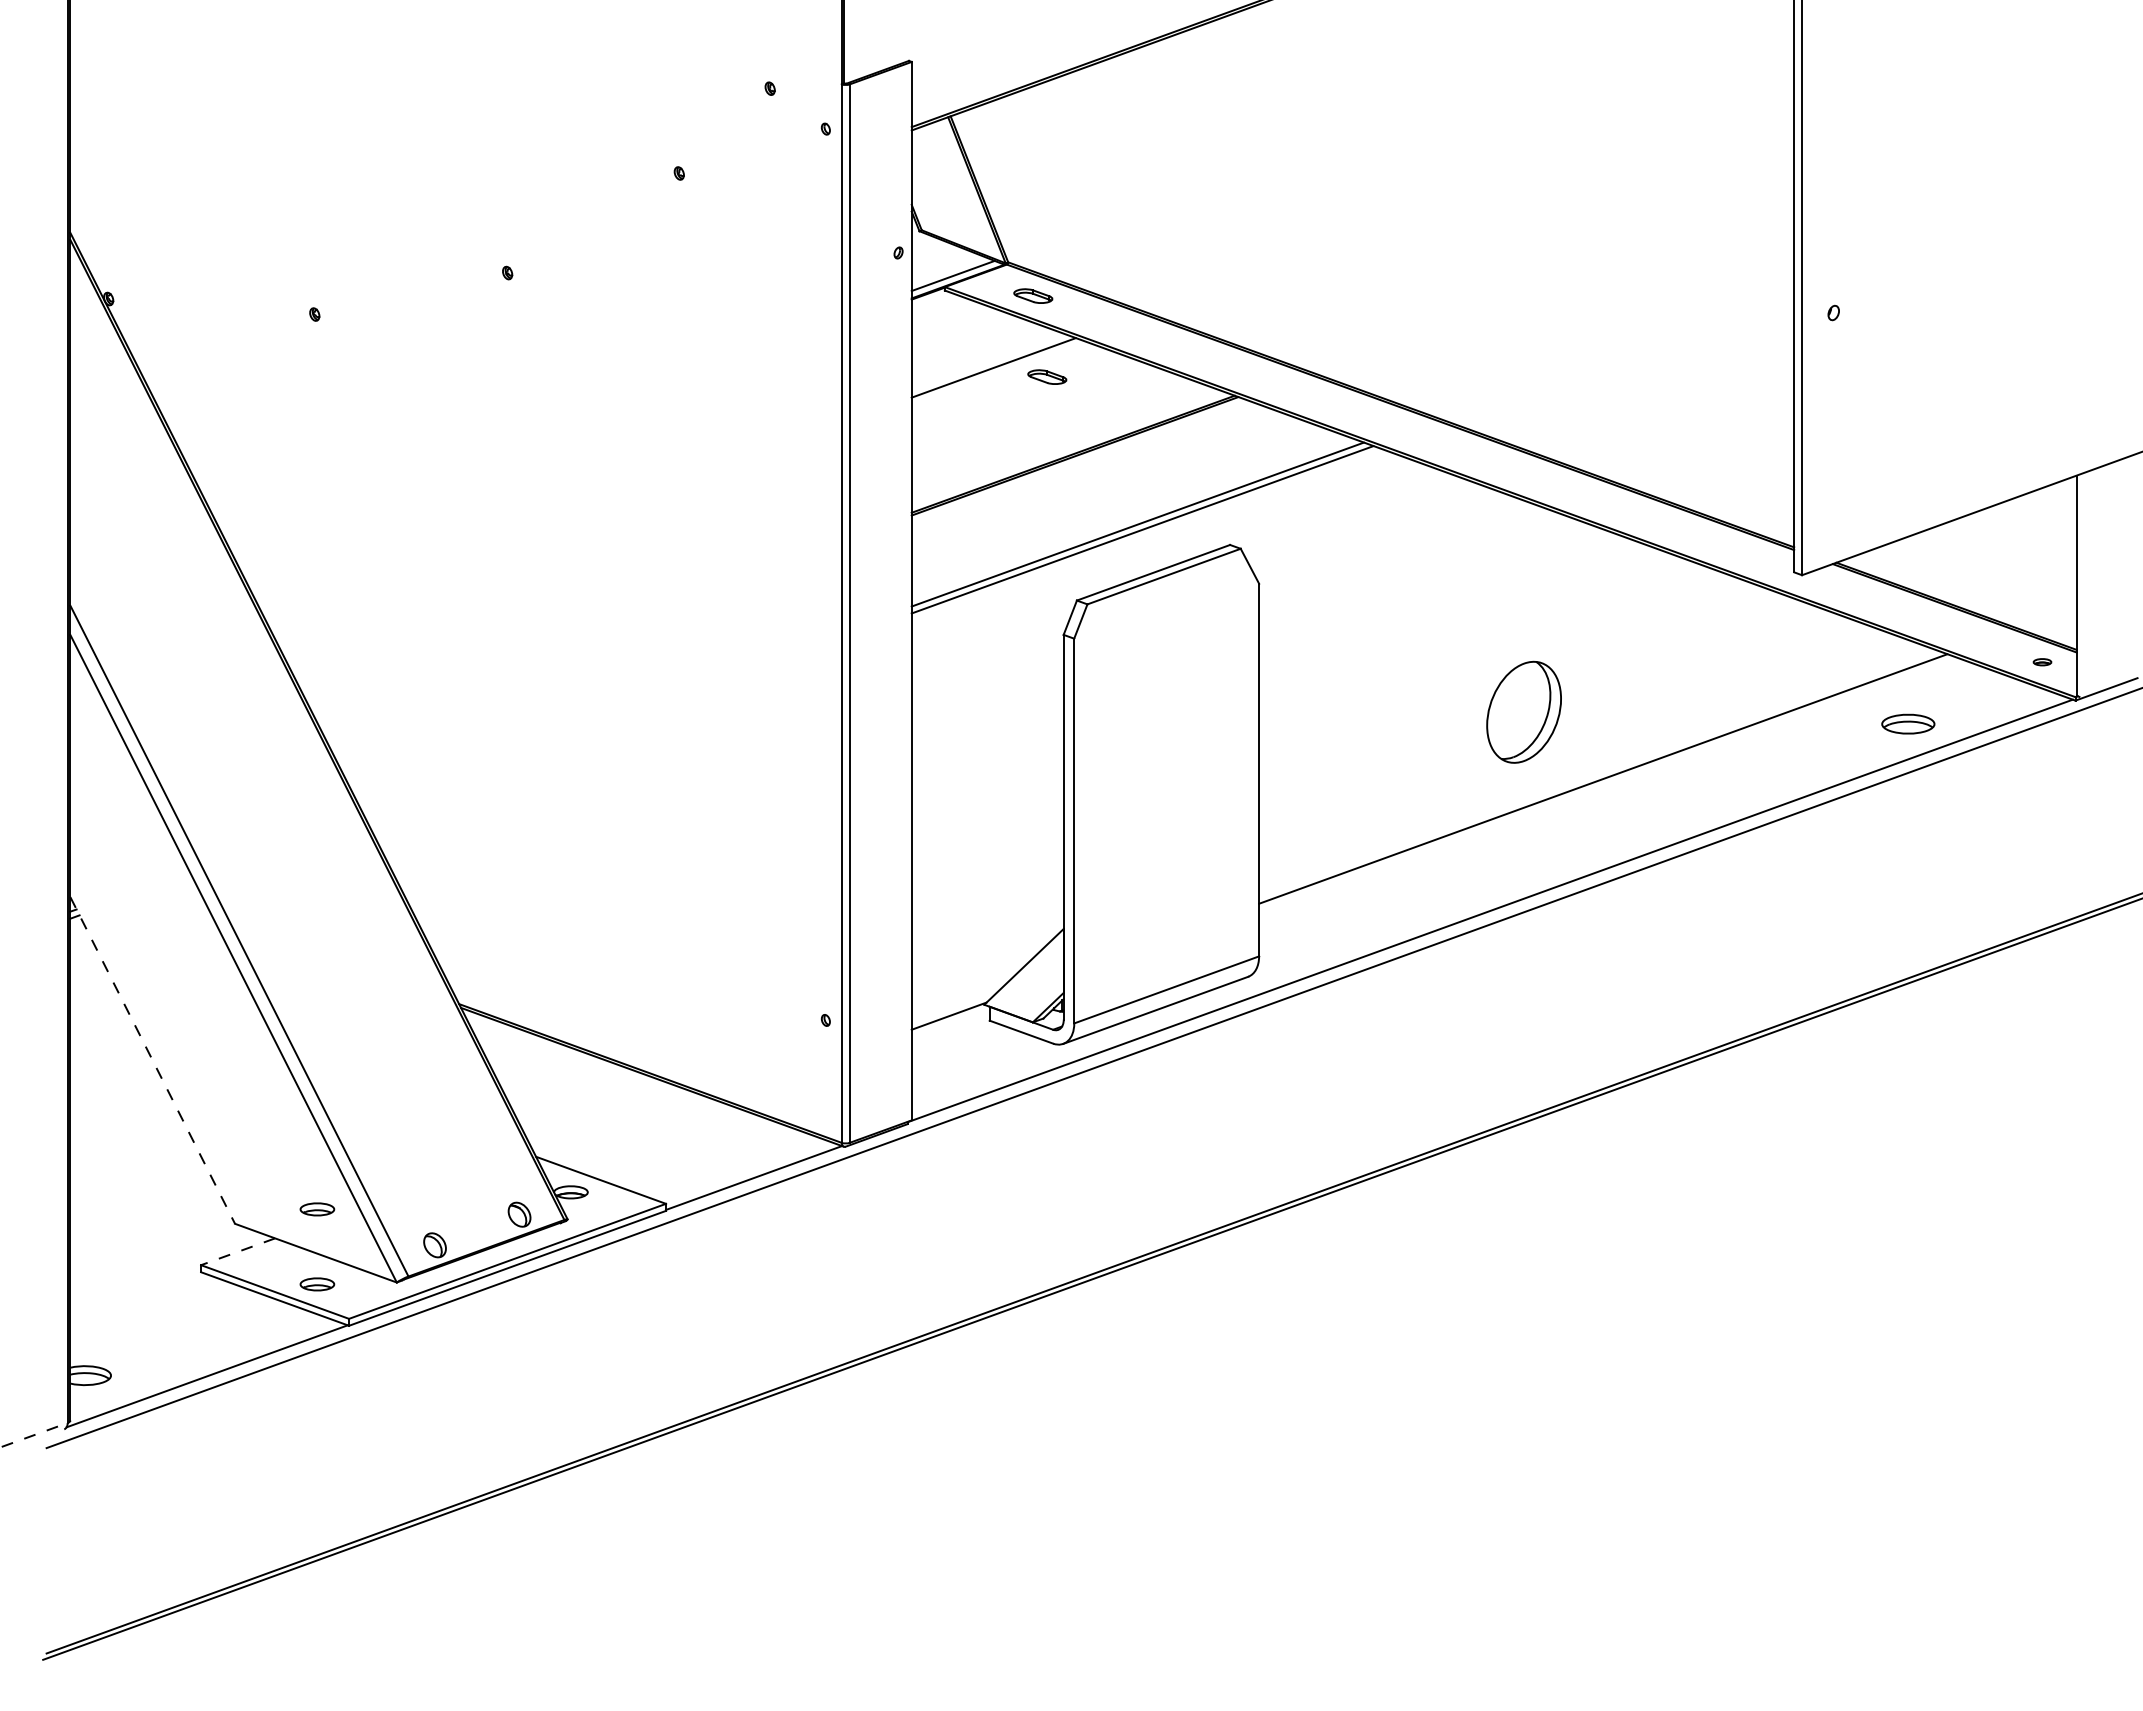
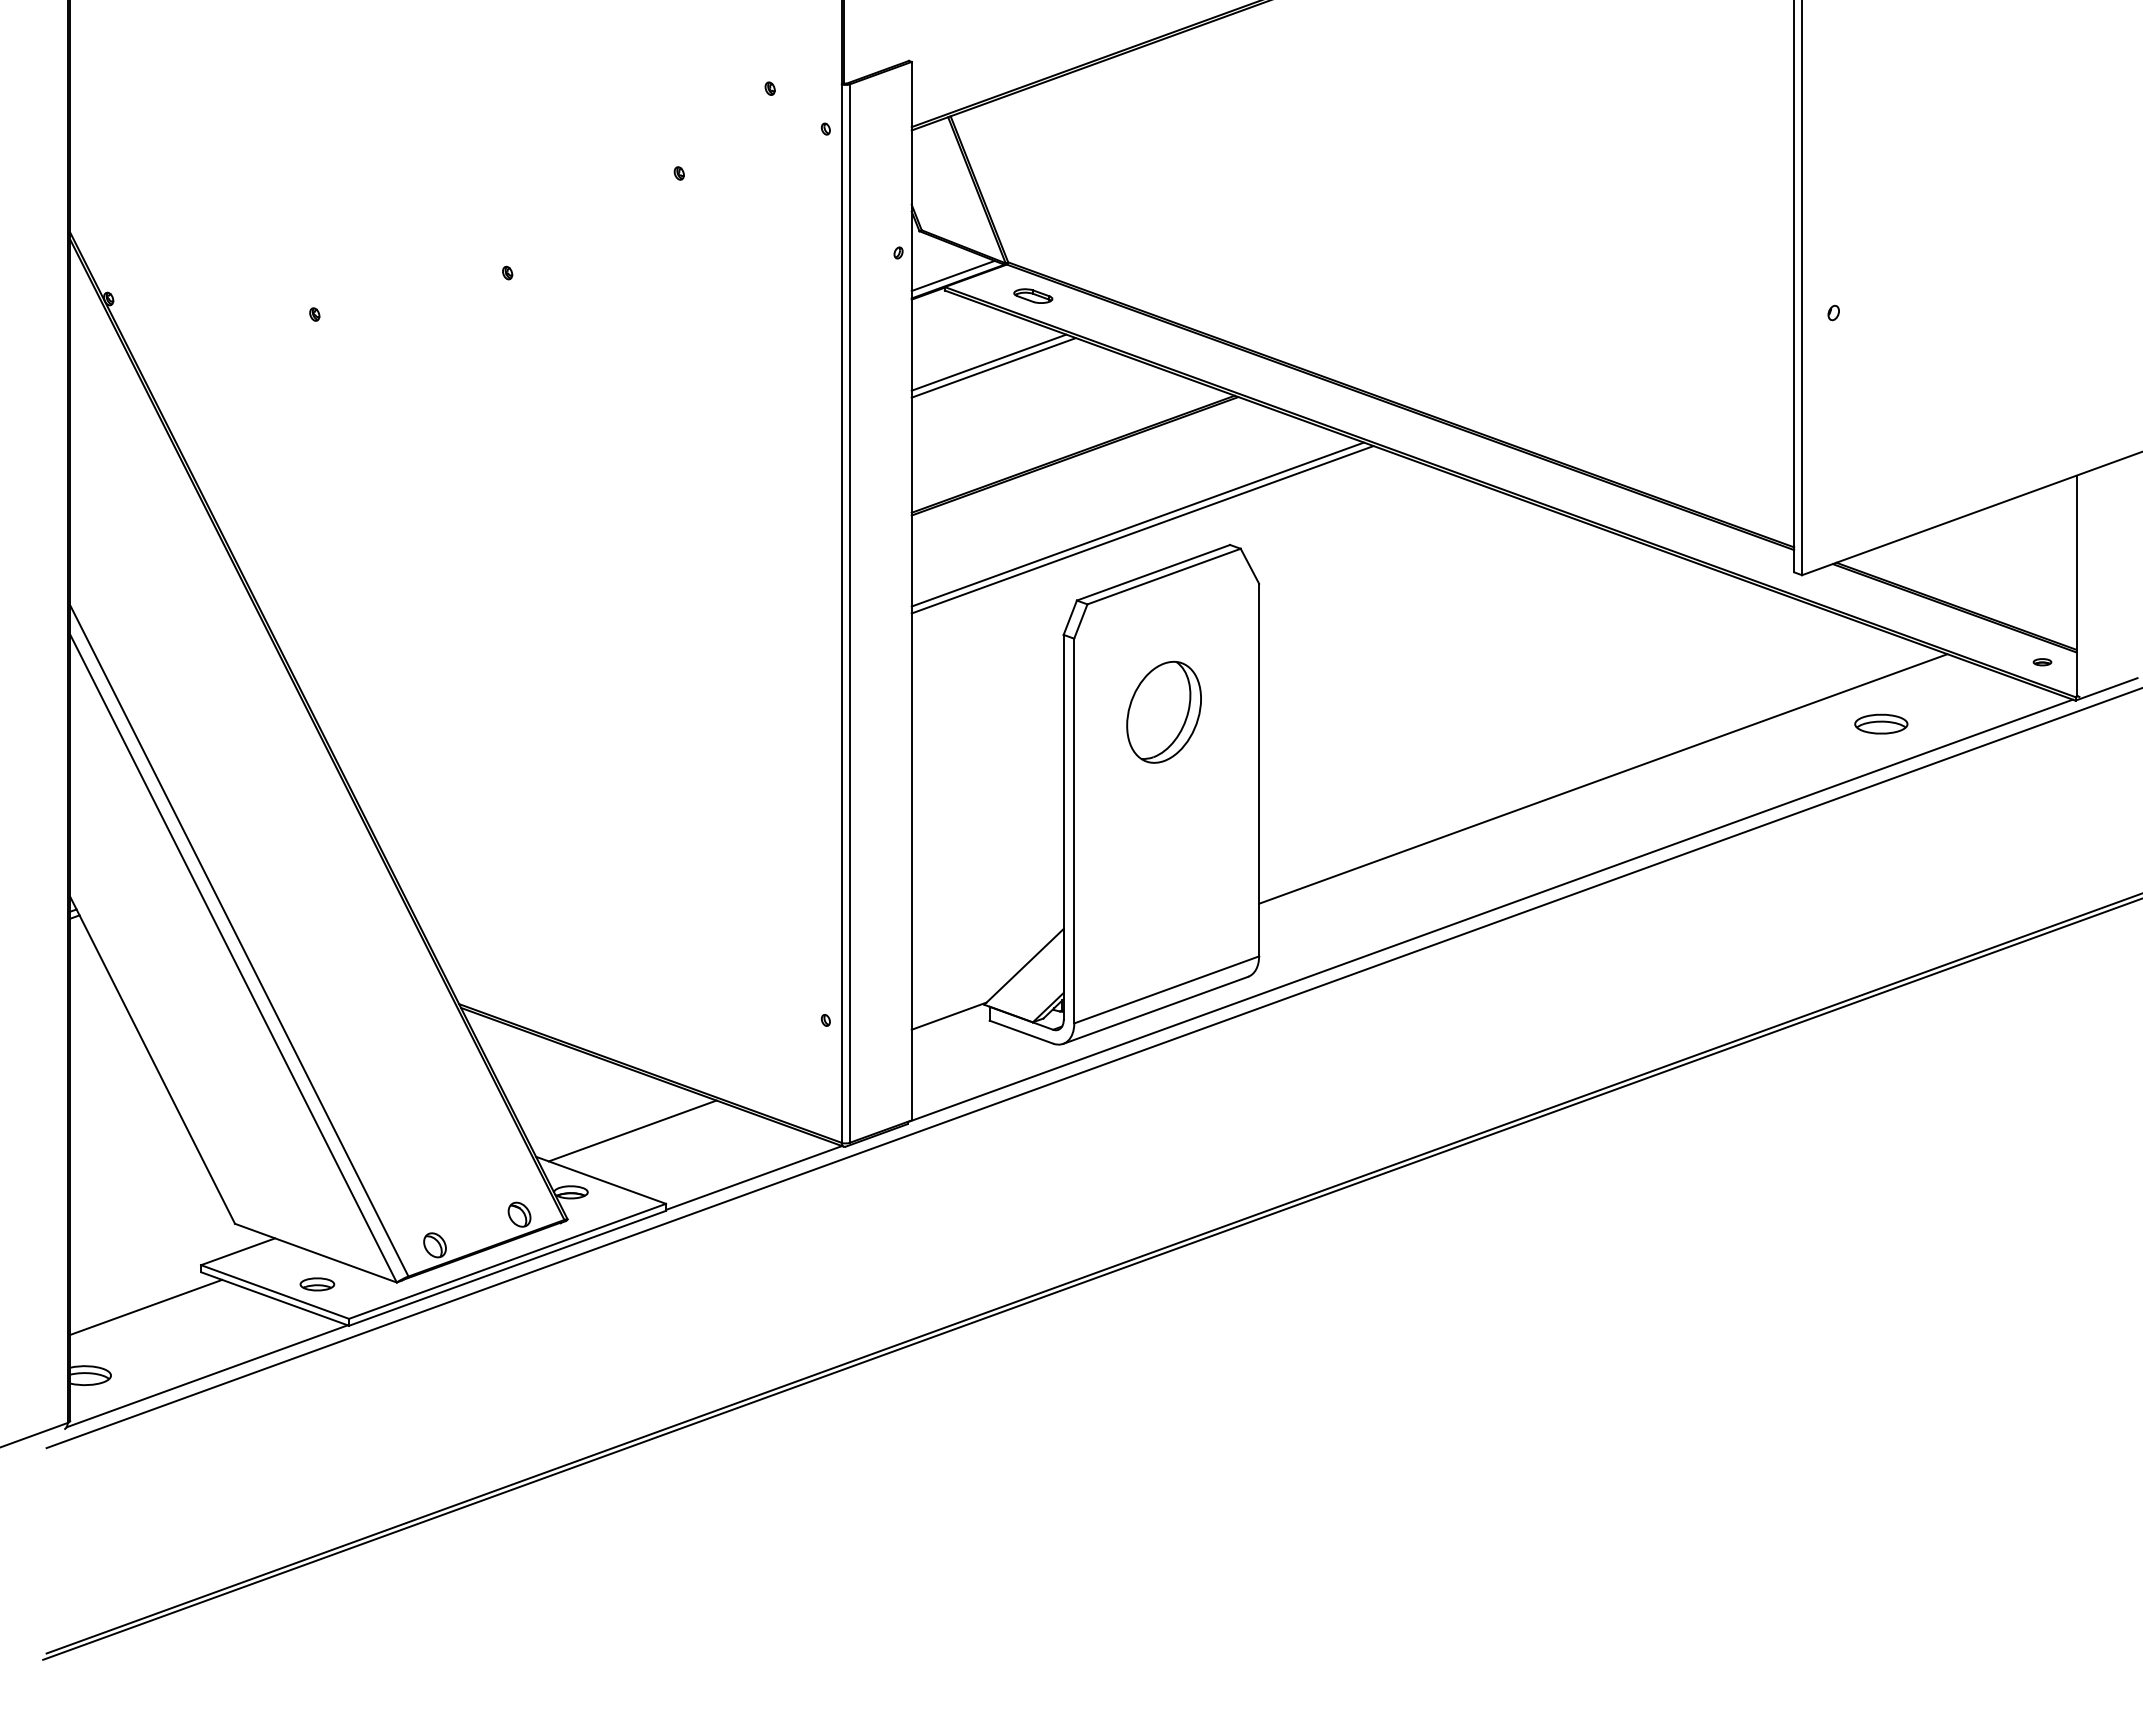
line at (988, 362): none -> present
part at (1047, 376): present -> none
part at (1523, 711) position: (1523, 711) -> (1163, 711)
part at (1908, 723) position: (1908, 723) -> (1881, 723)
line at (152, 1060): dashed -> solid
line at (632, 1130): none -> present
part at (317, 1209): present -> none
line at (237, 1251): dashed -> solid
line at (146, 1306): none -> present
line at (33, 1435): dashed -> solid
